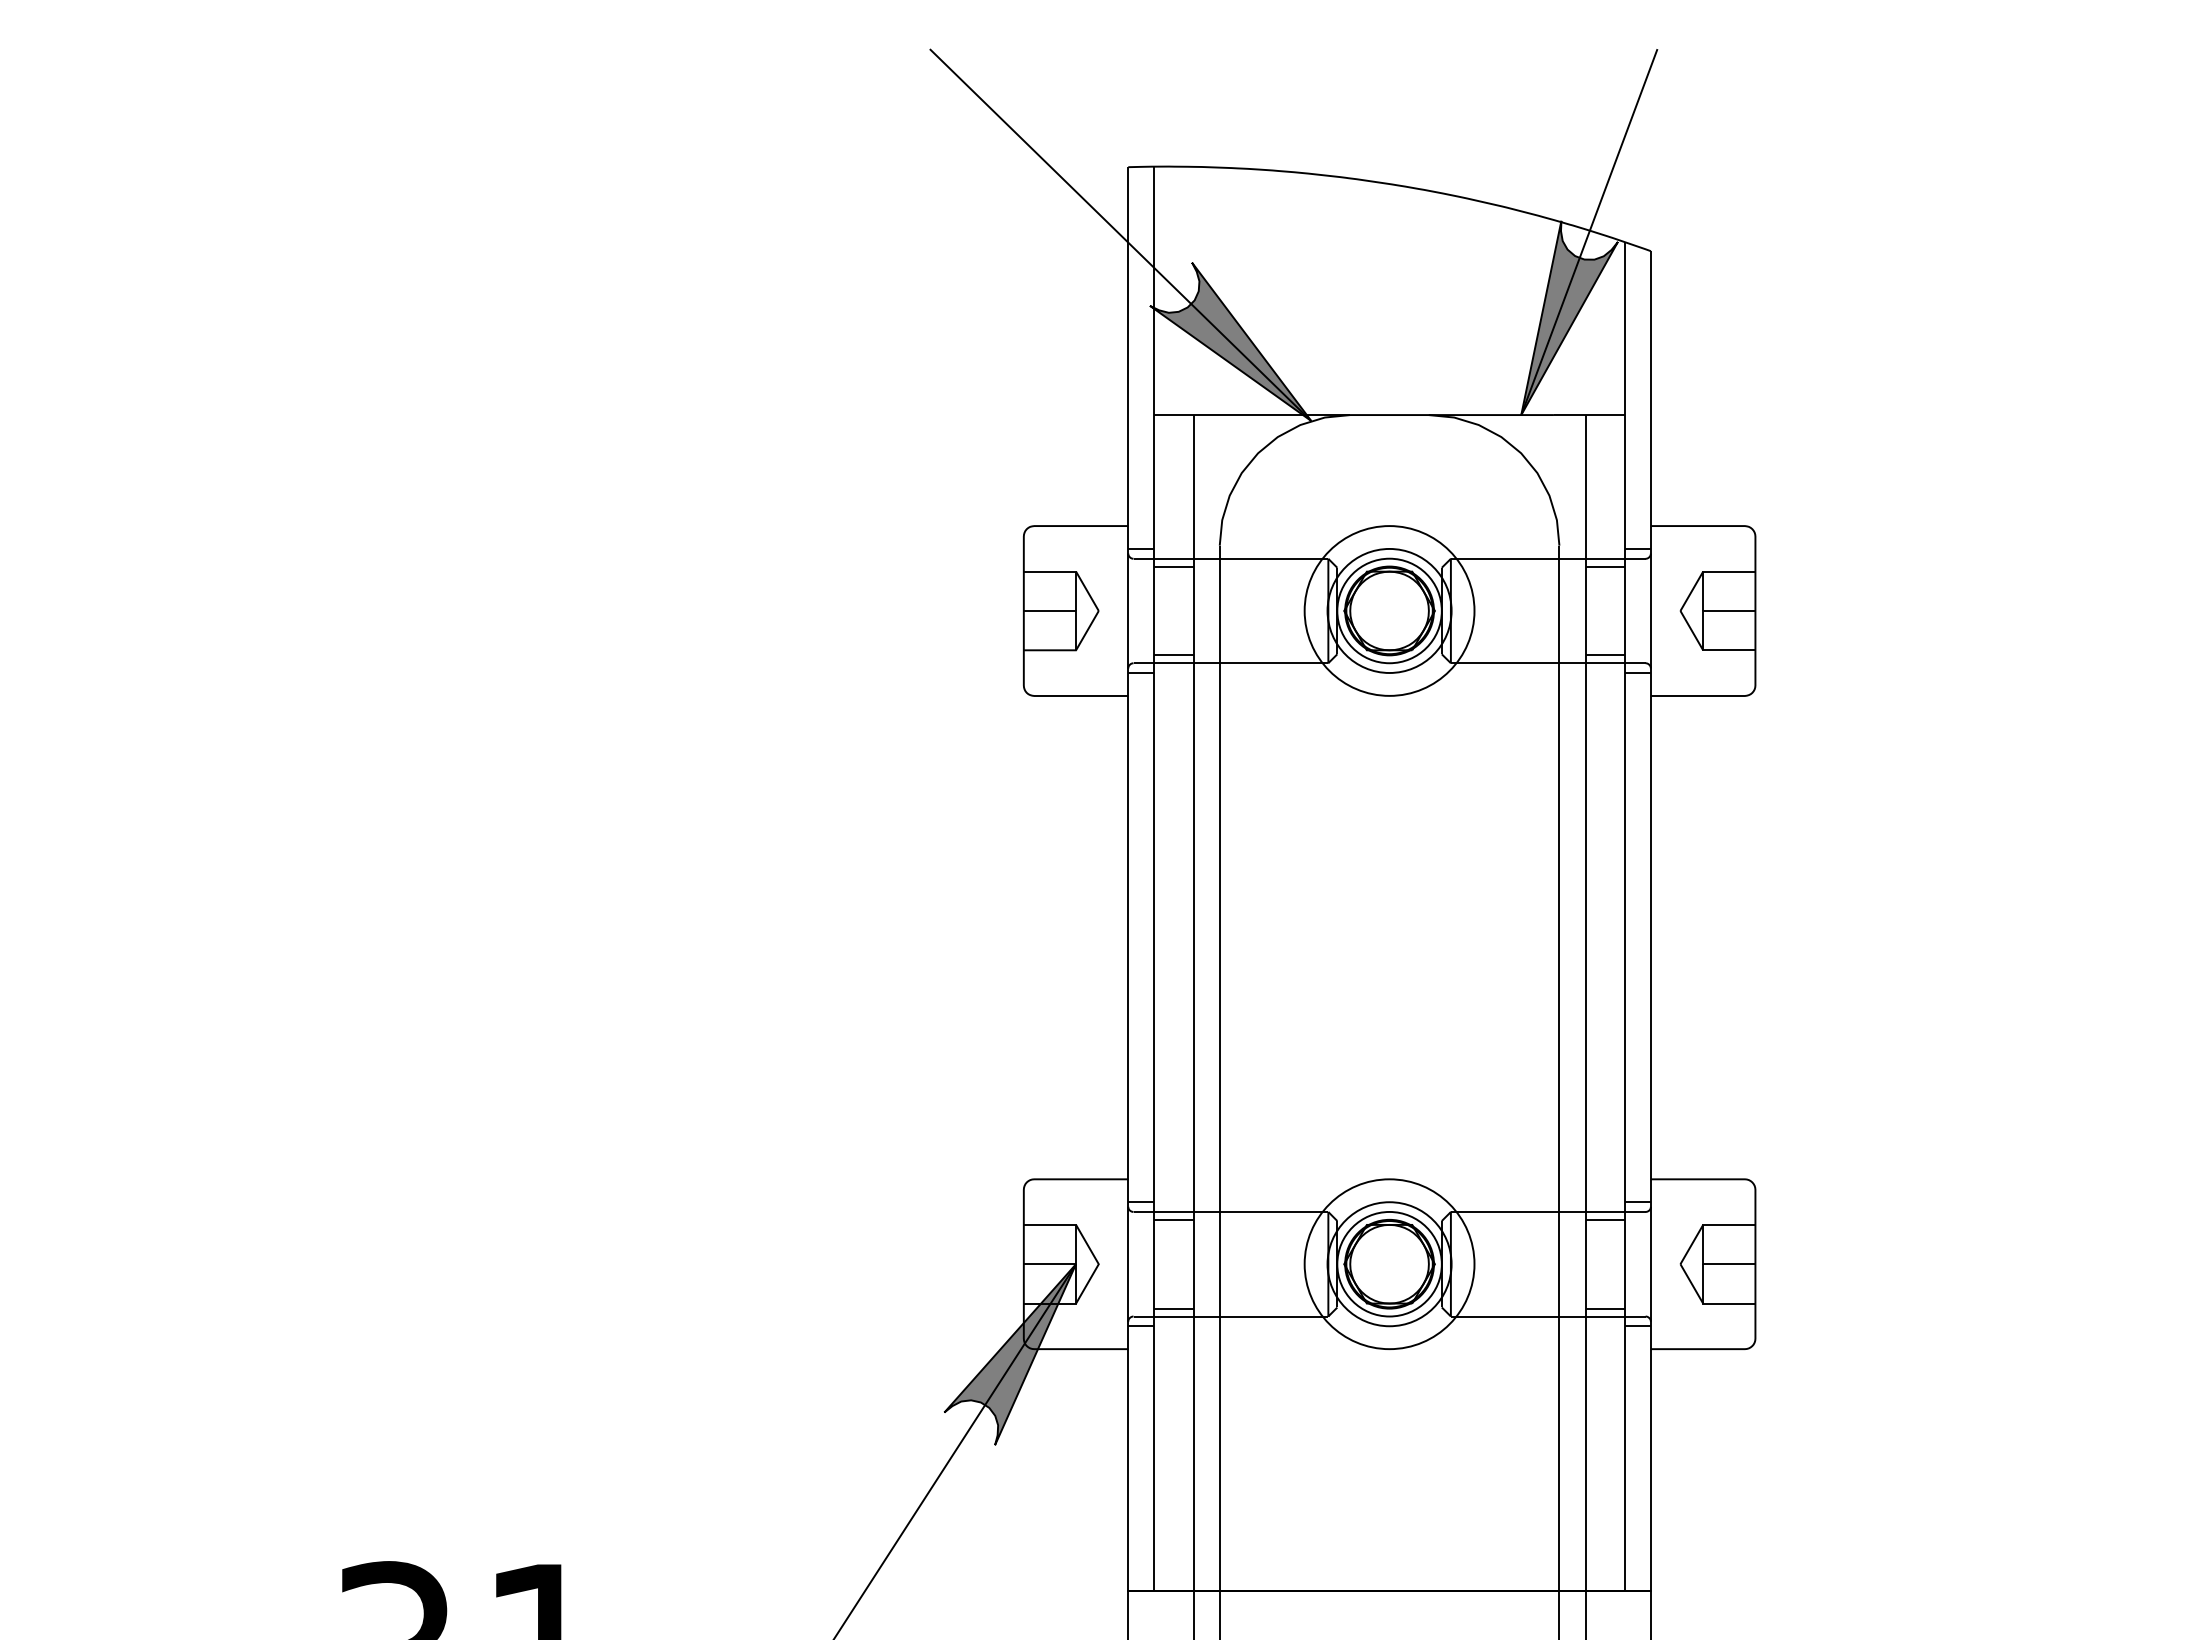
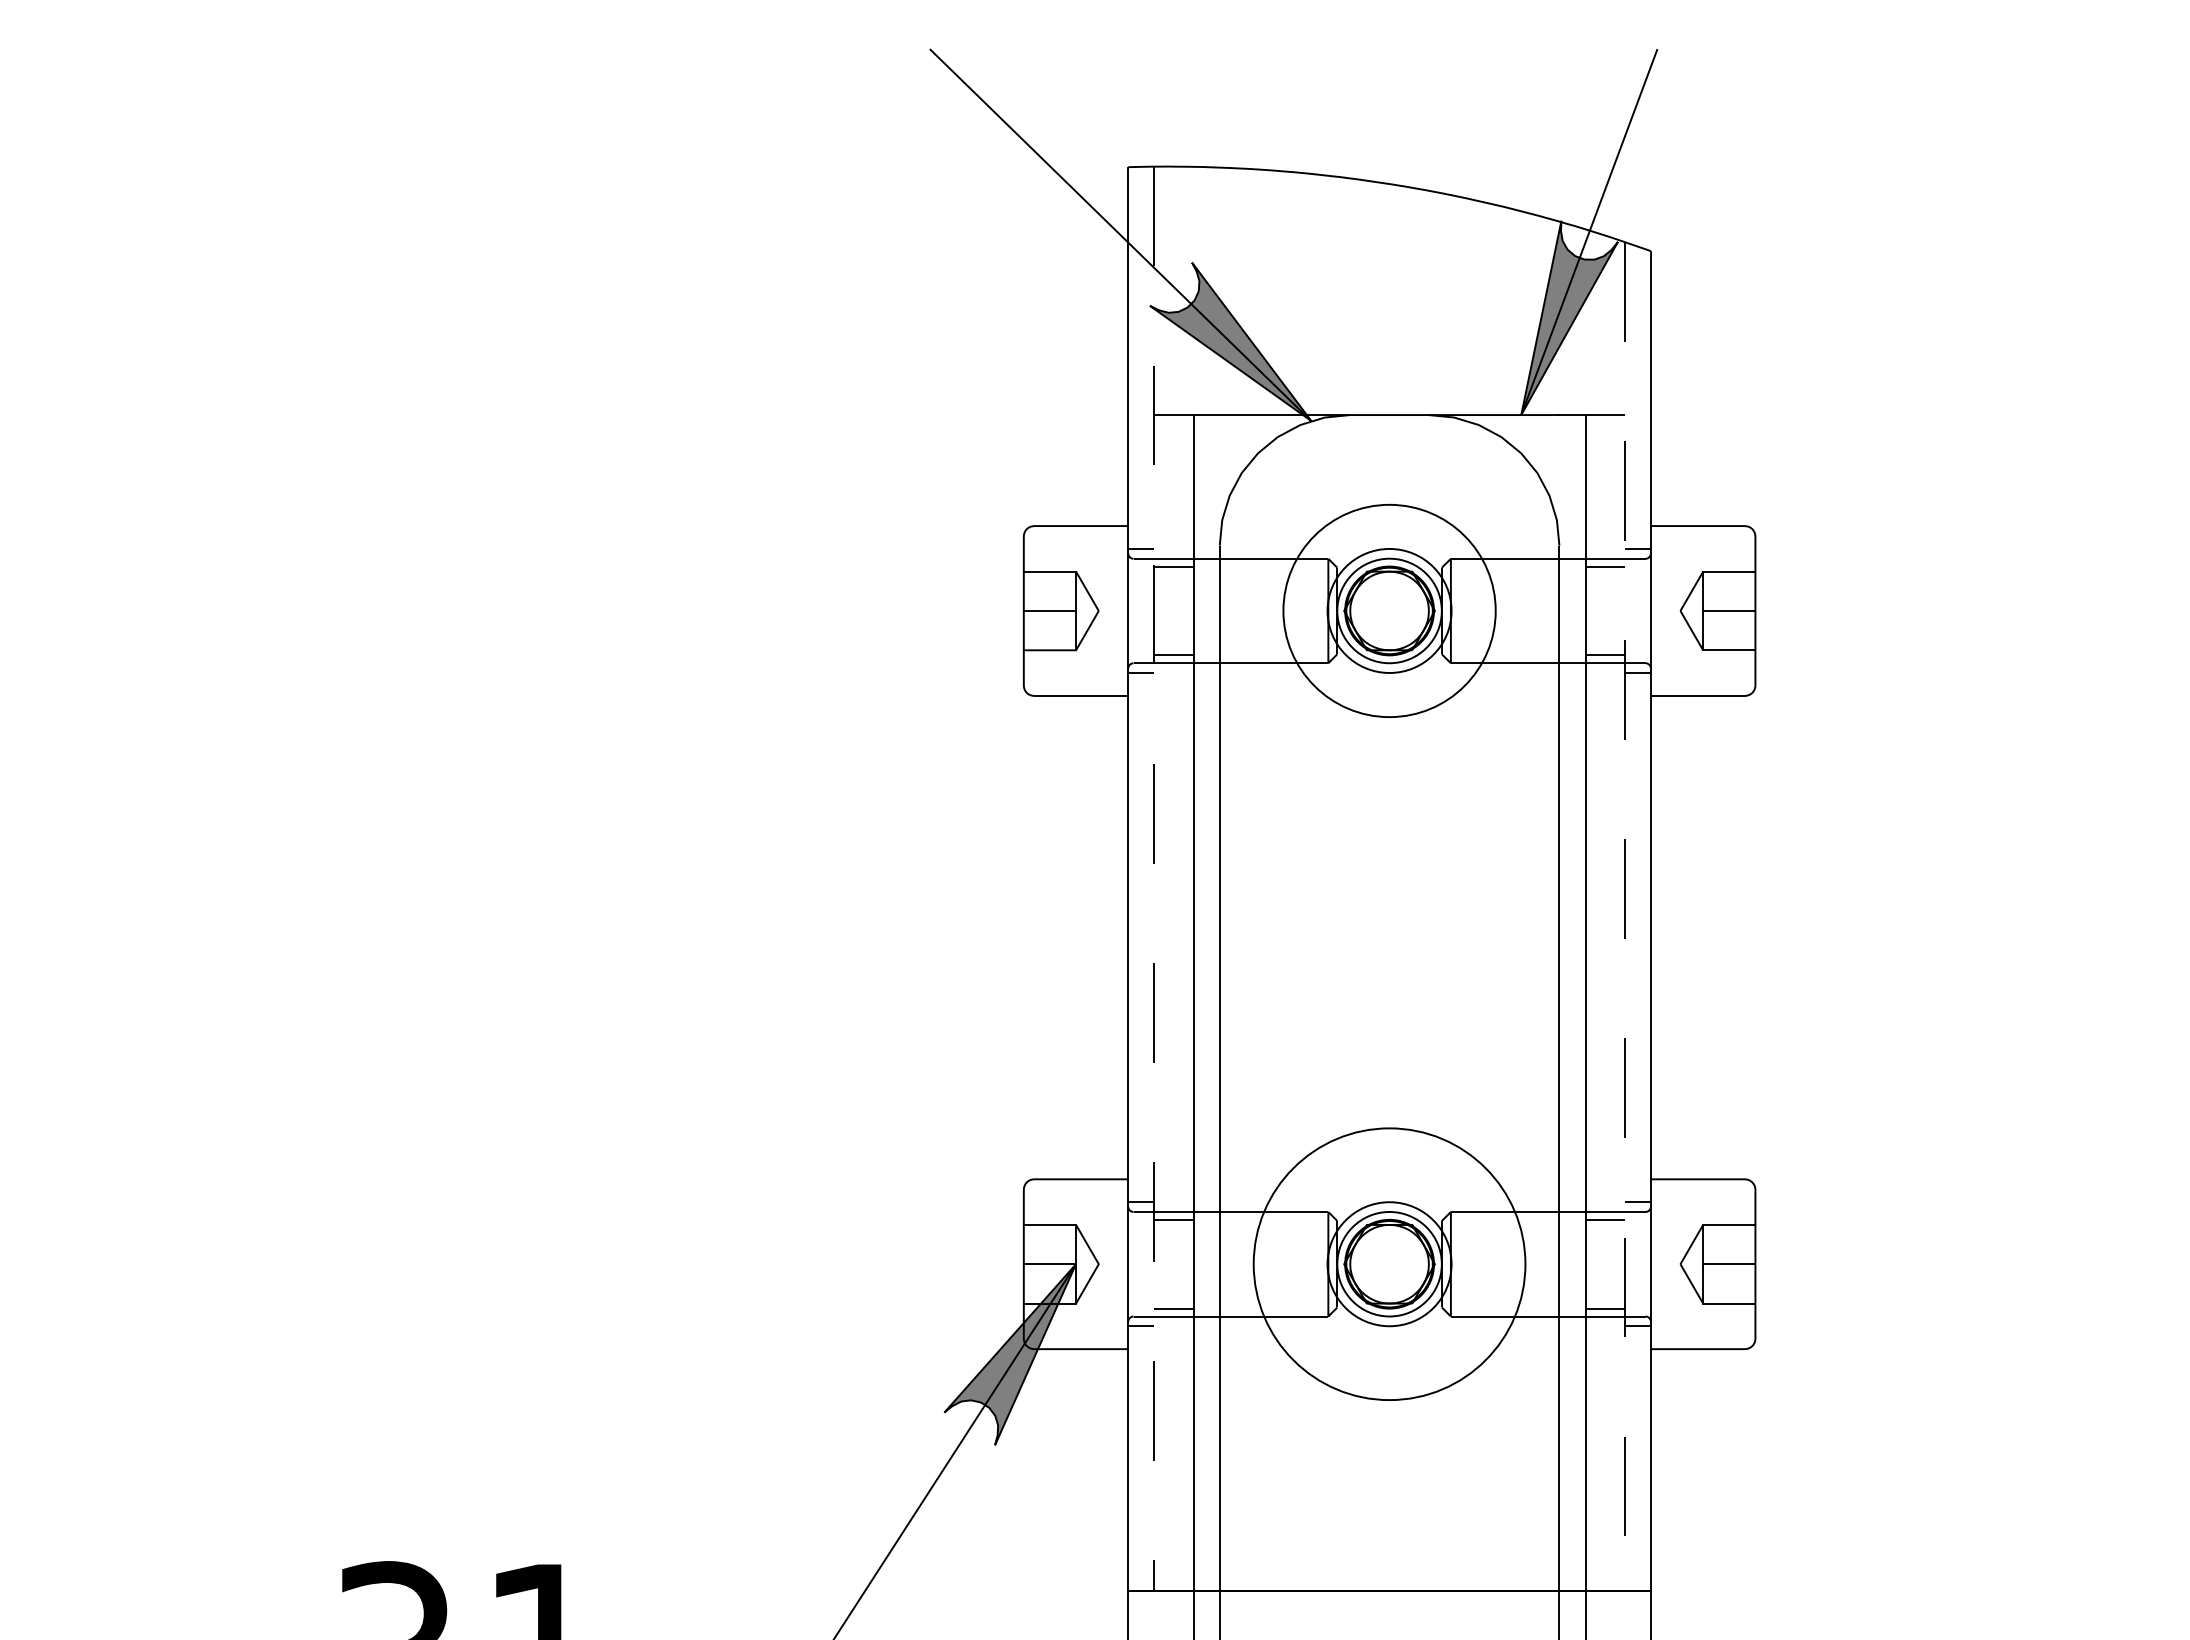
circle at (1389, 610) diameter: 170 px -> 212 px
line at (1154, 879): solid -> dashed
line at (1624, 916): solid -> dashed
circle at (1389, 1264) diameter: 170 px -> 272 px
